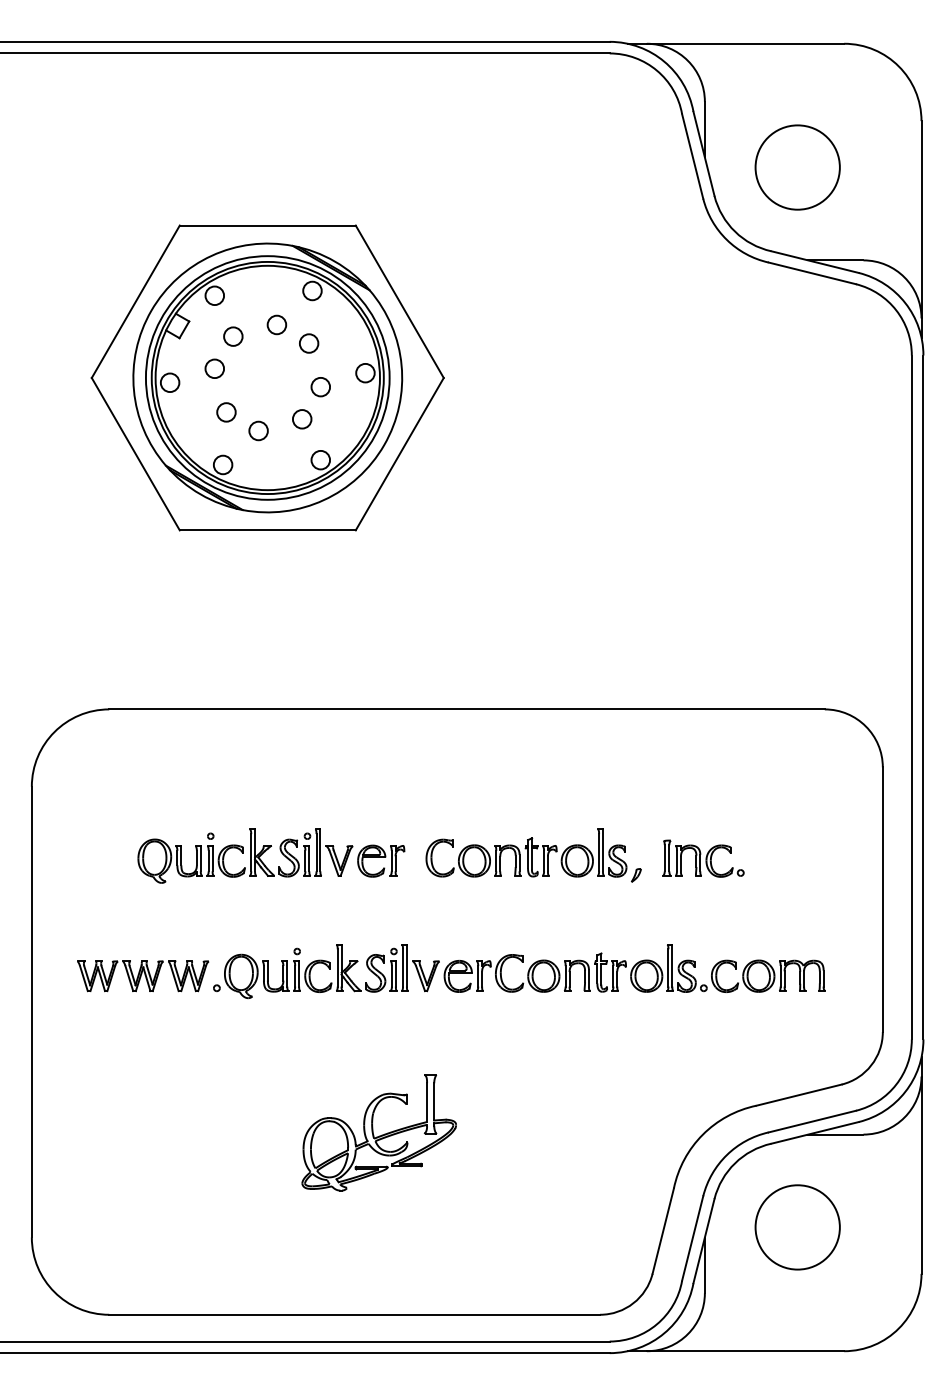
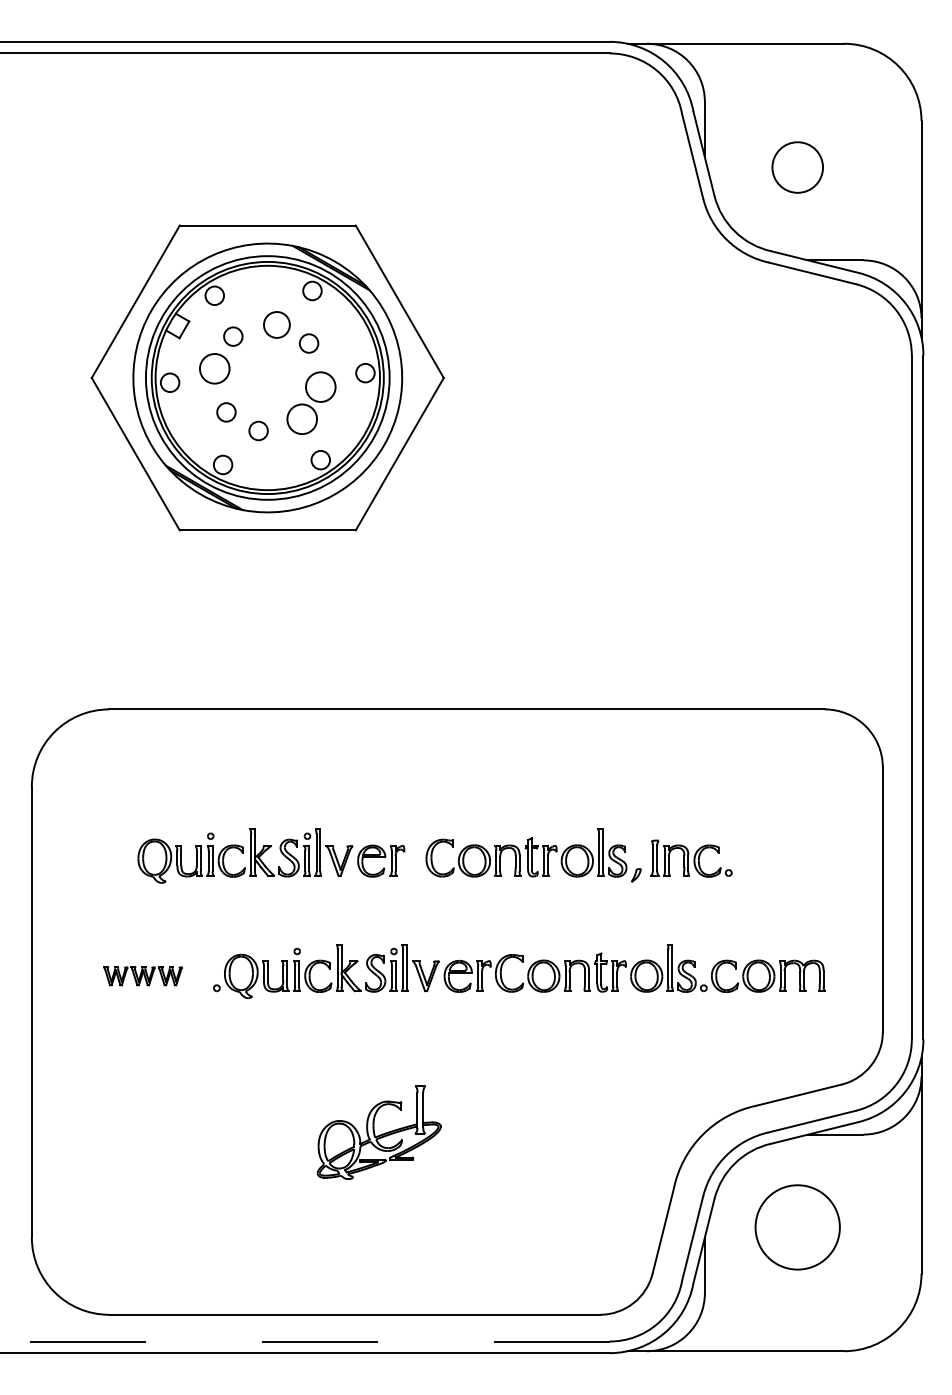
circle at (797, 167) diameter: 84 px -> 51 px
circle at (276, 324) size: 22x22 px -> 28x28 px
circle at (214, 368) diameter: 19 px -> 30 px
circle at (320, 386) diameter: 19 px -> 30 px
circle at (301, 419) diameter: 19 px -> 30 px
part at (703, 858) position: (703, 858) -> (691, 858)
part at (143, 976) size: 133x33 px -> 80x21 px
part at (378, 1132) size: 156x118 px -> 126x95 px
line at (304, 1341): solid -> dashed
